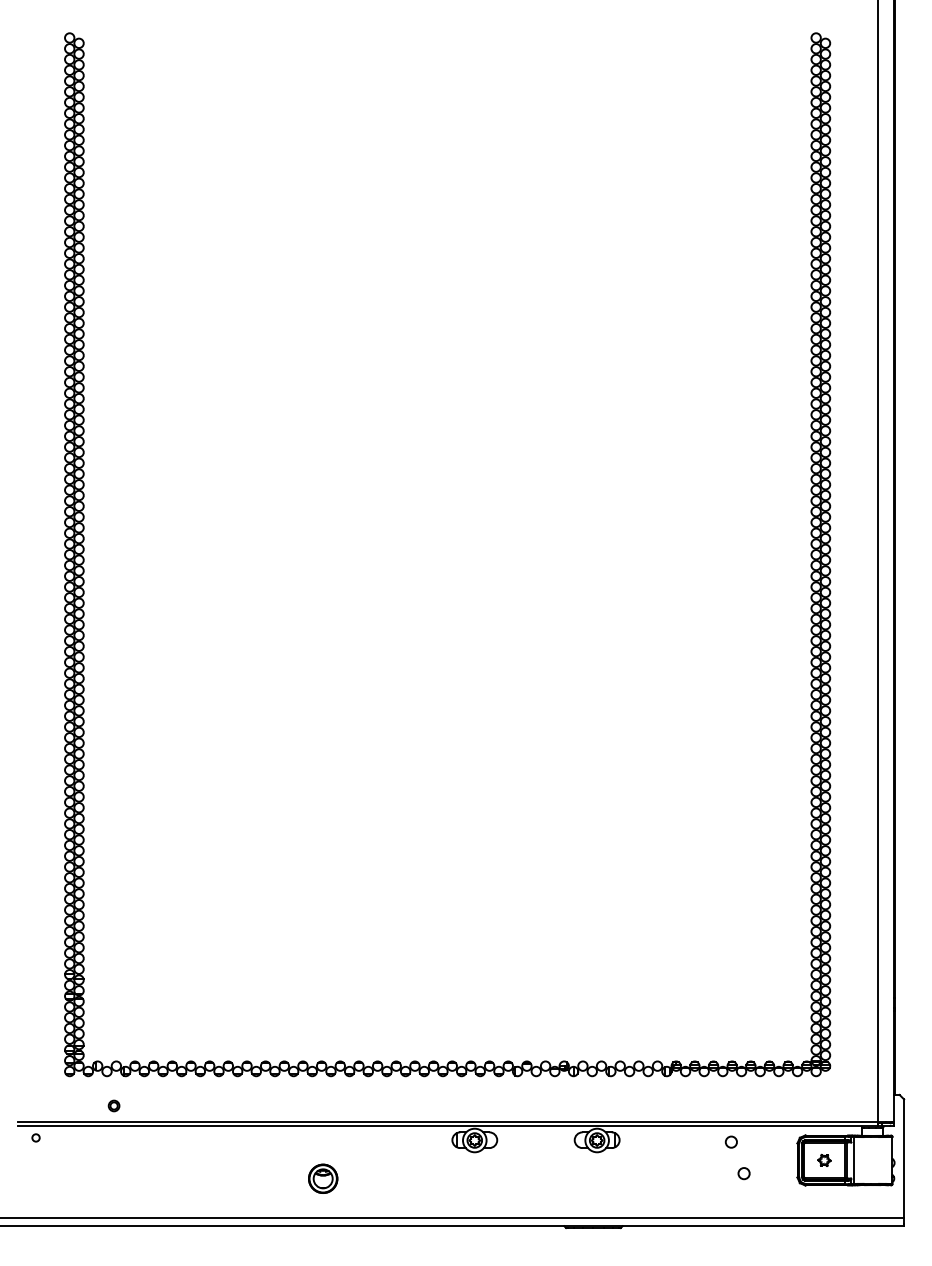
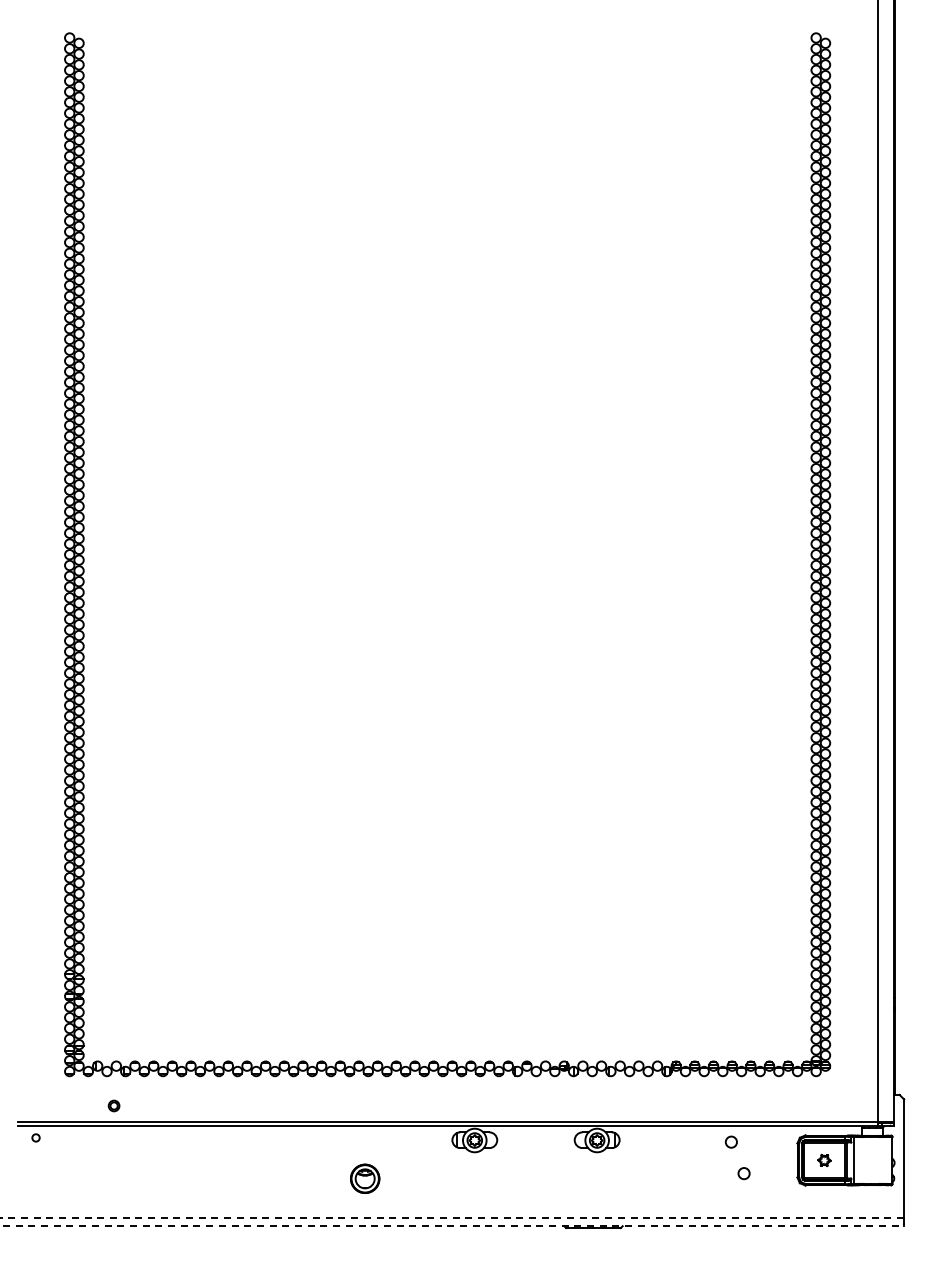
part at (323, 1178) position: (323, 1178) -> (365, 1178)
line at (452, 1218): solid -> dashed
line at (452, 1226): solid -> dashed
